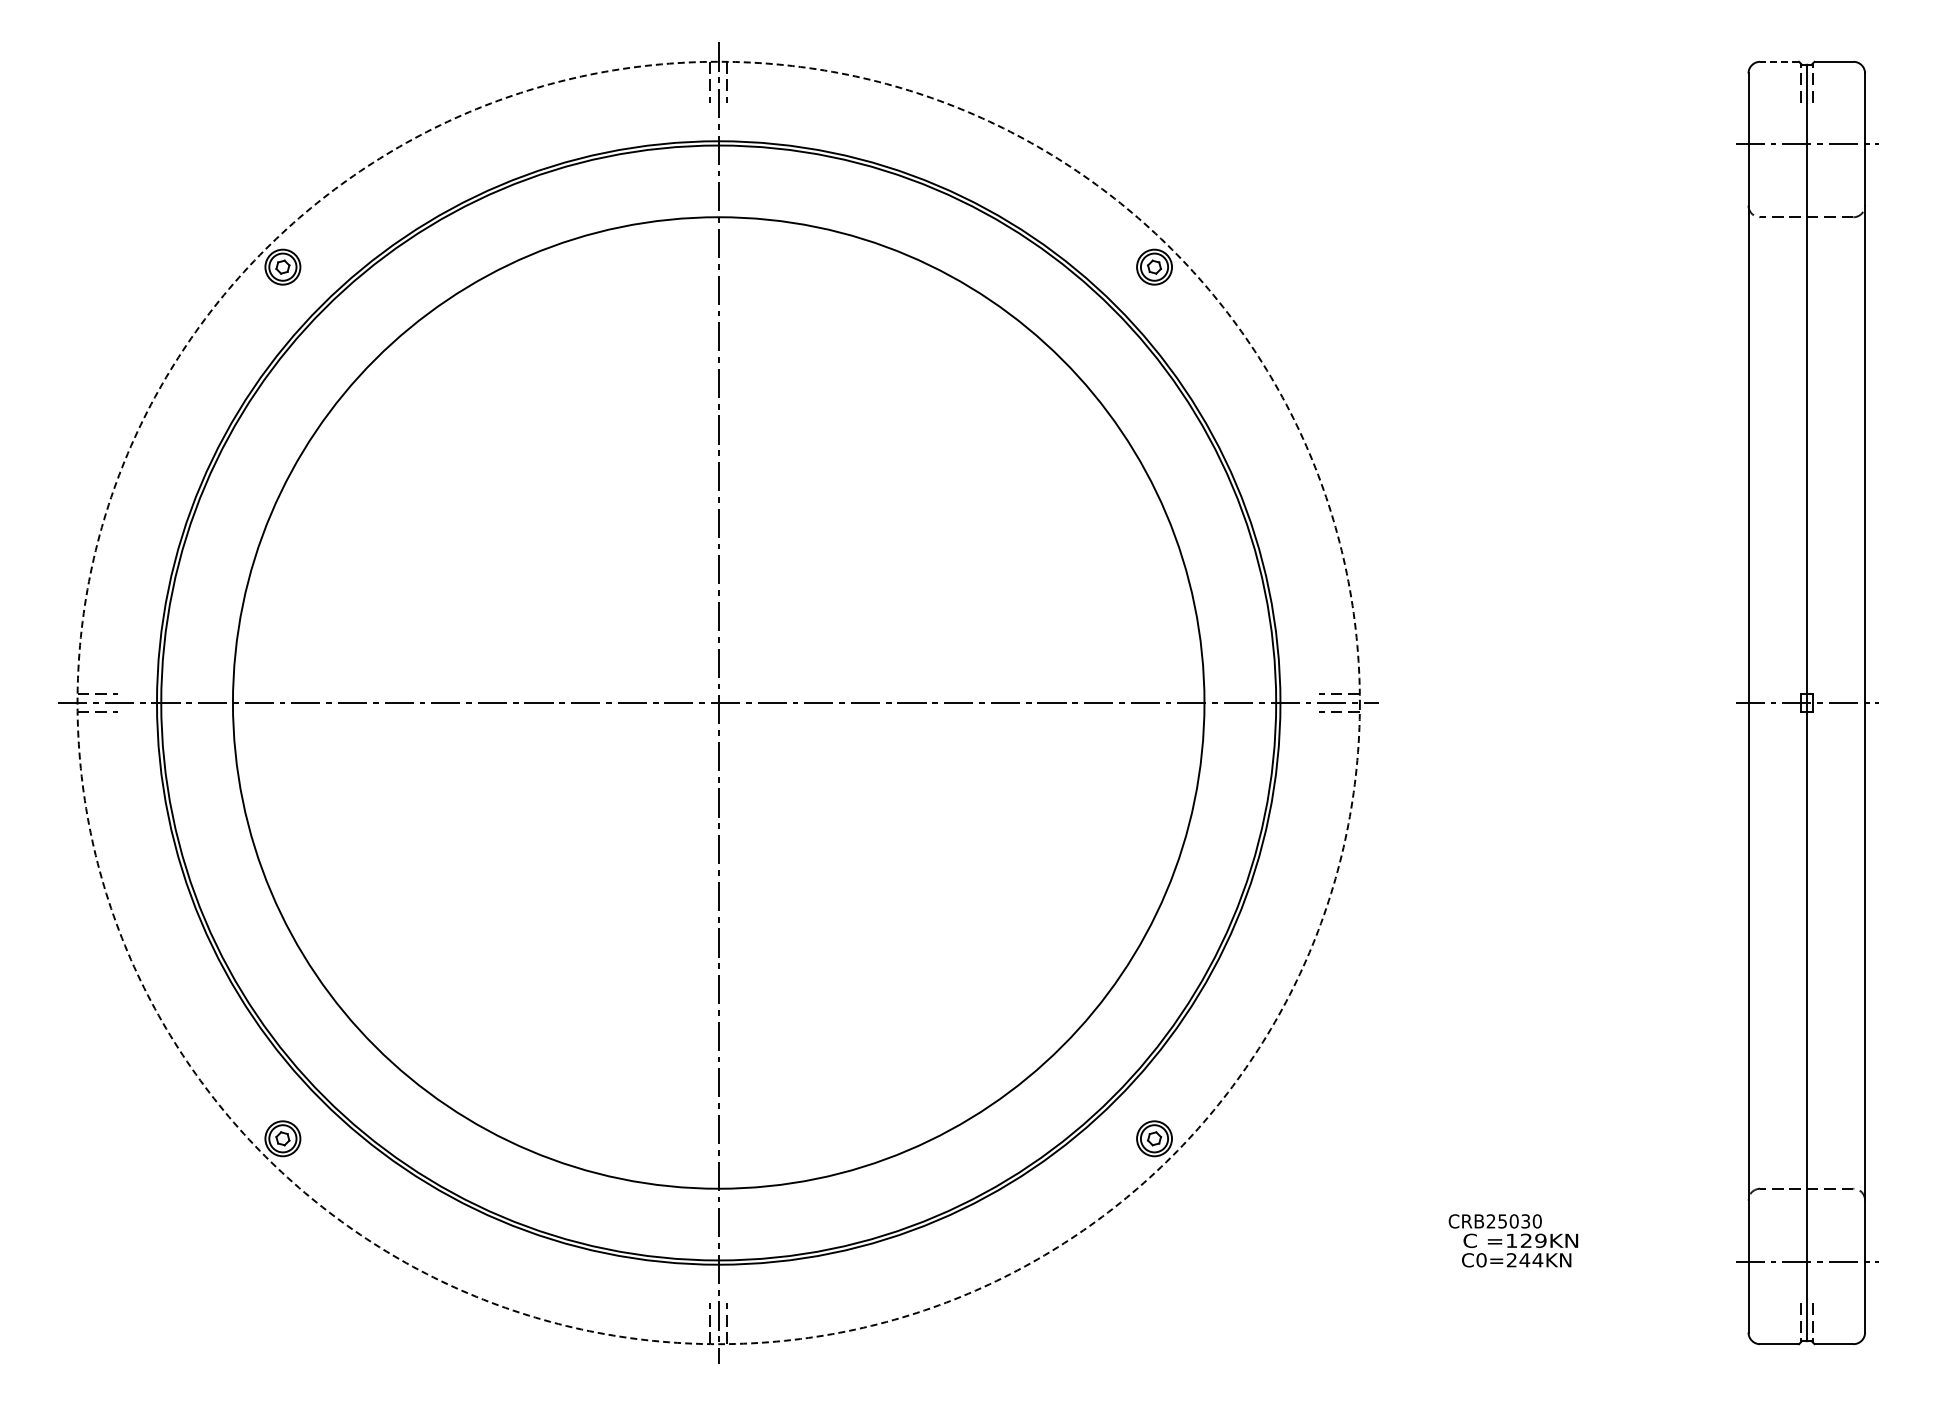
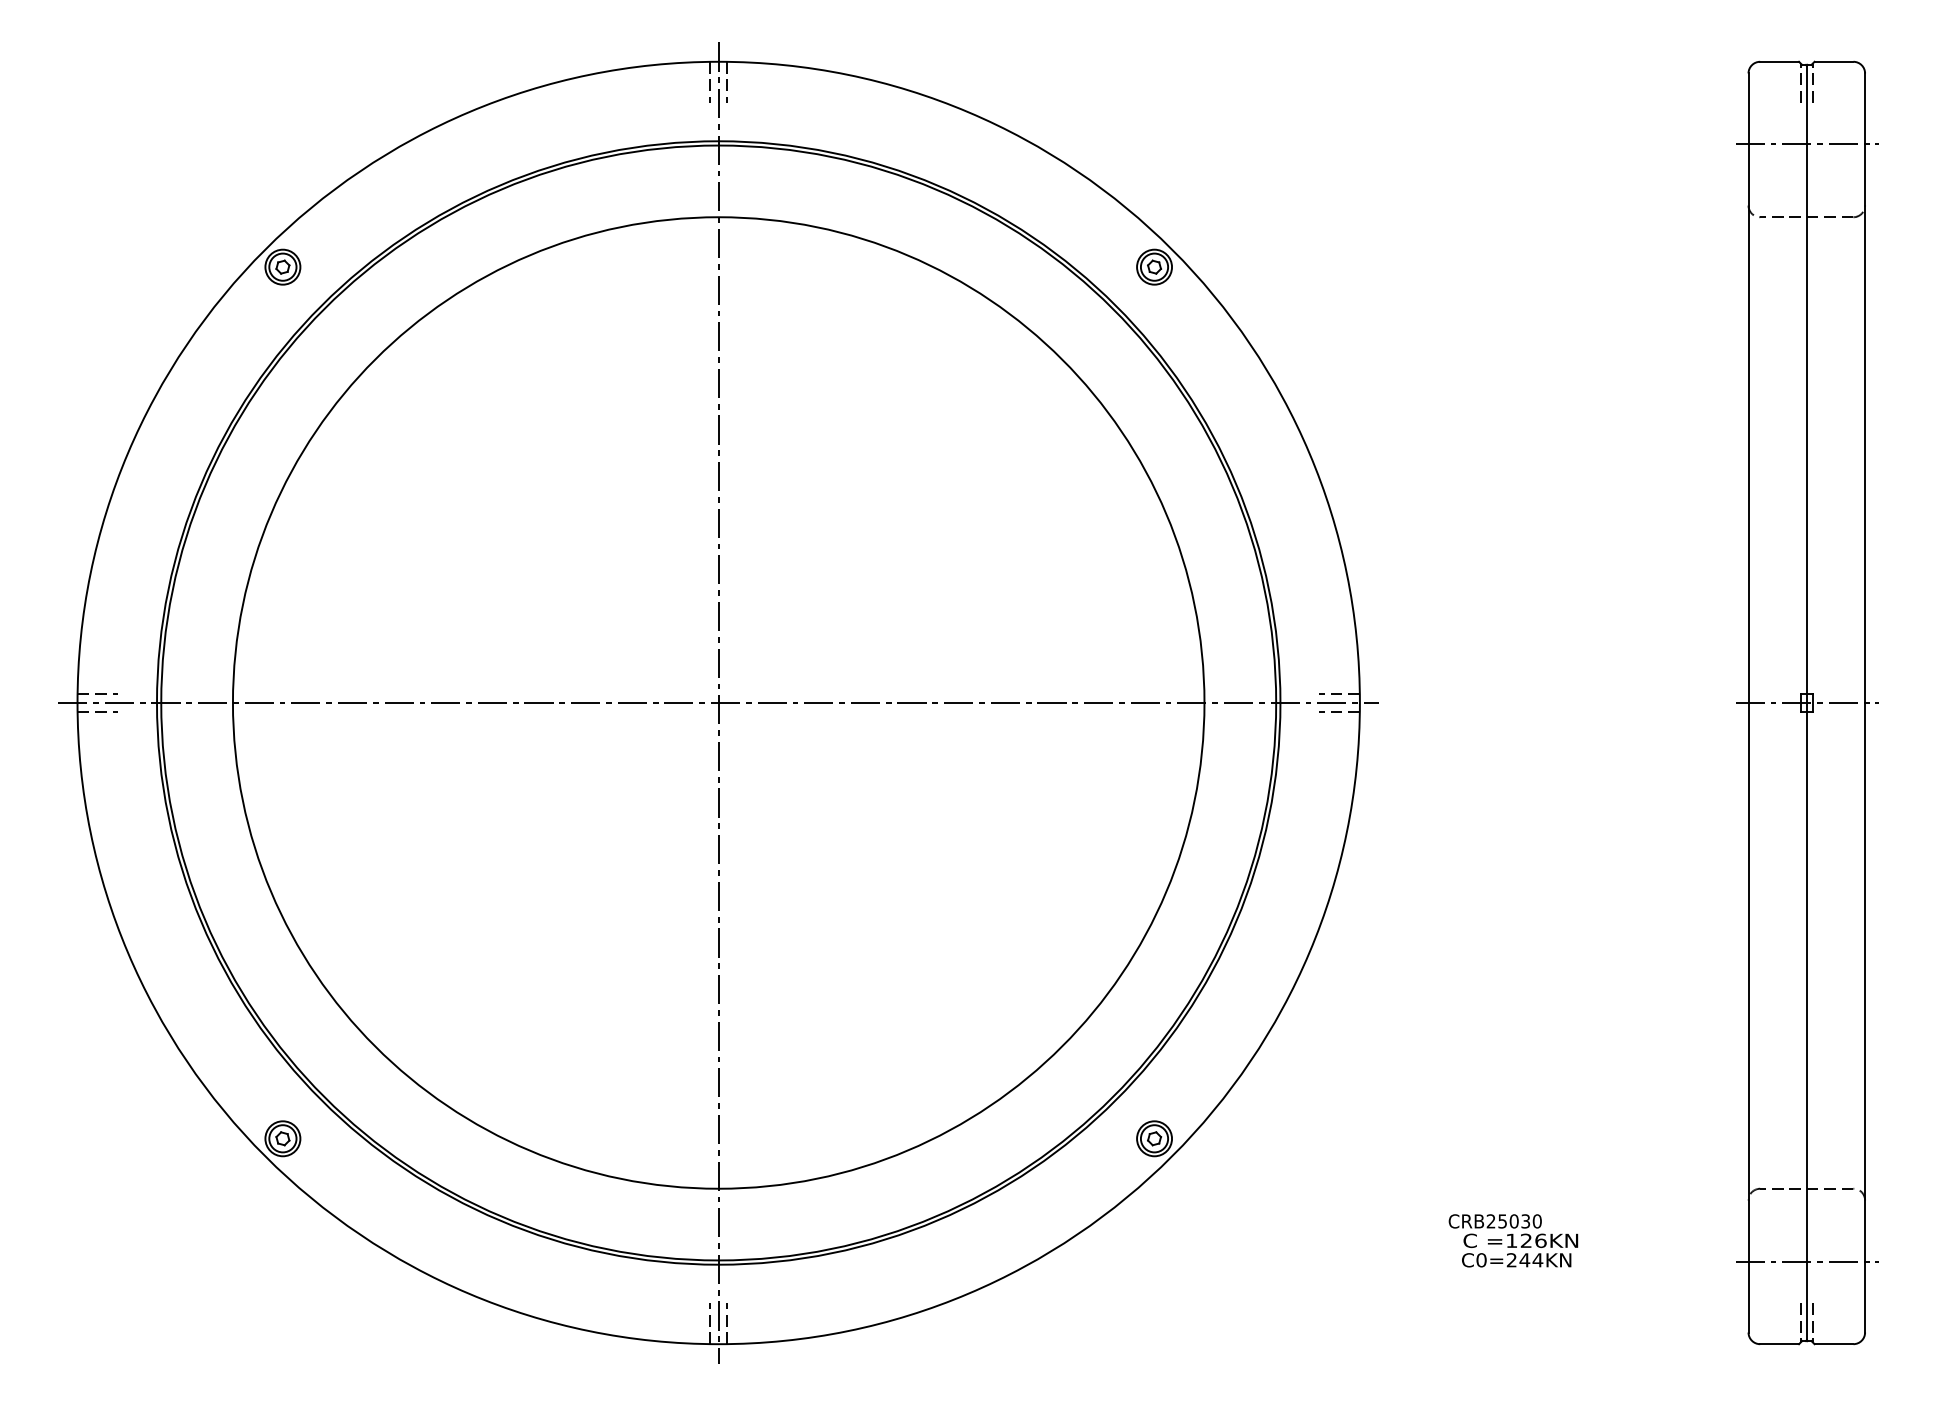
line at (1779, 61): dashed -> solid
circle at (718, 702): dashed -> solid
text at (1540, 1240): =129KN -> =126KN
